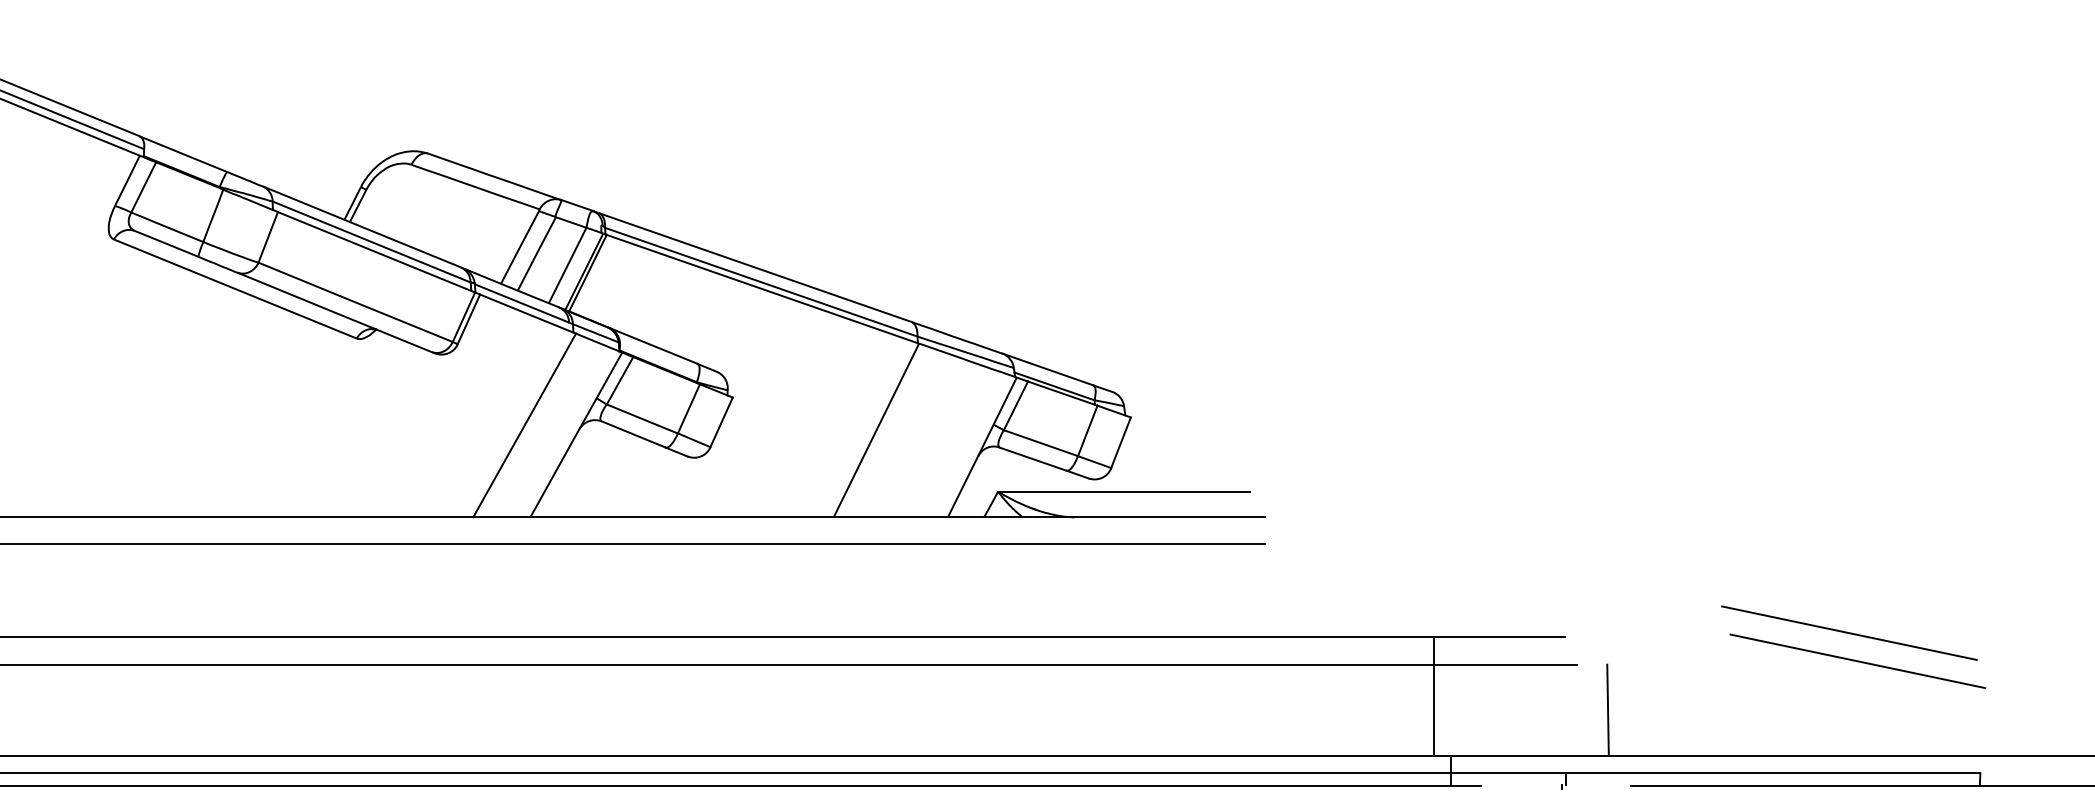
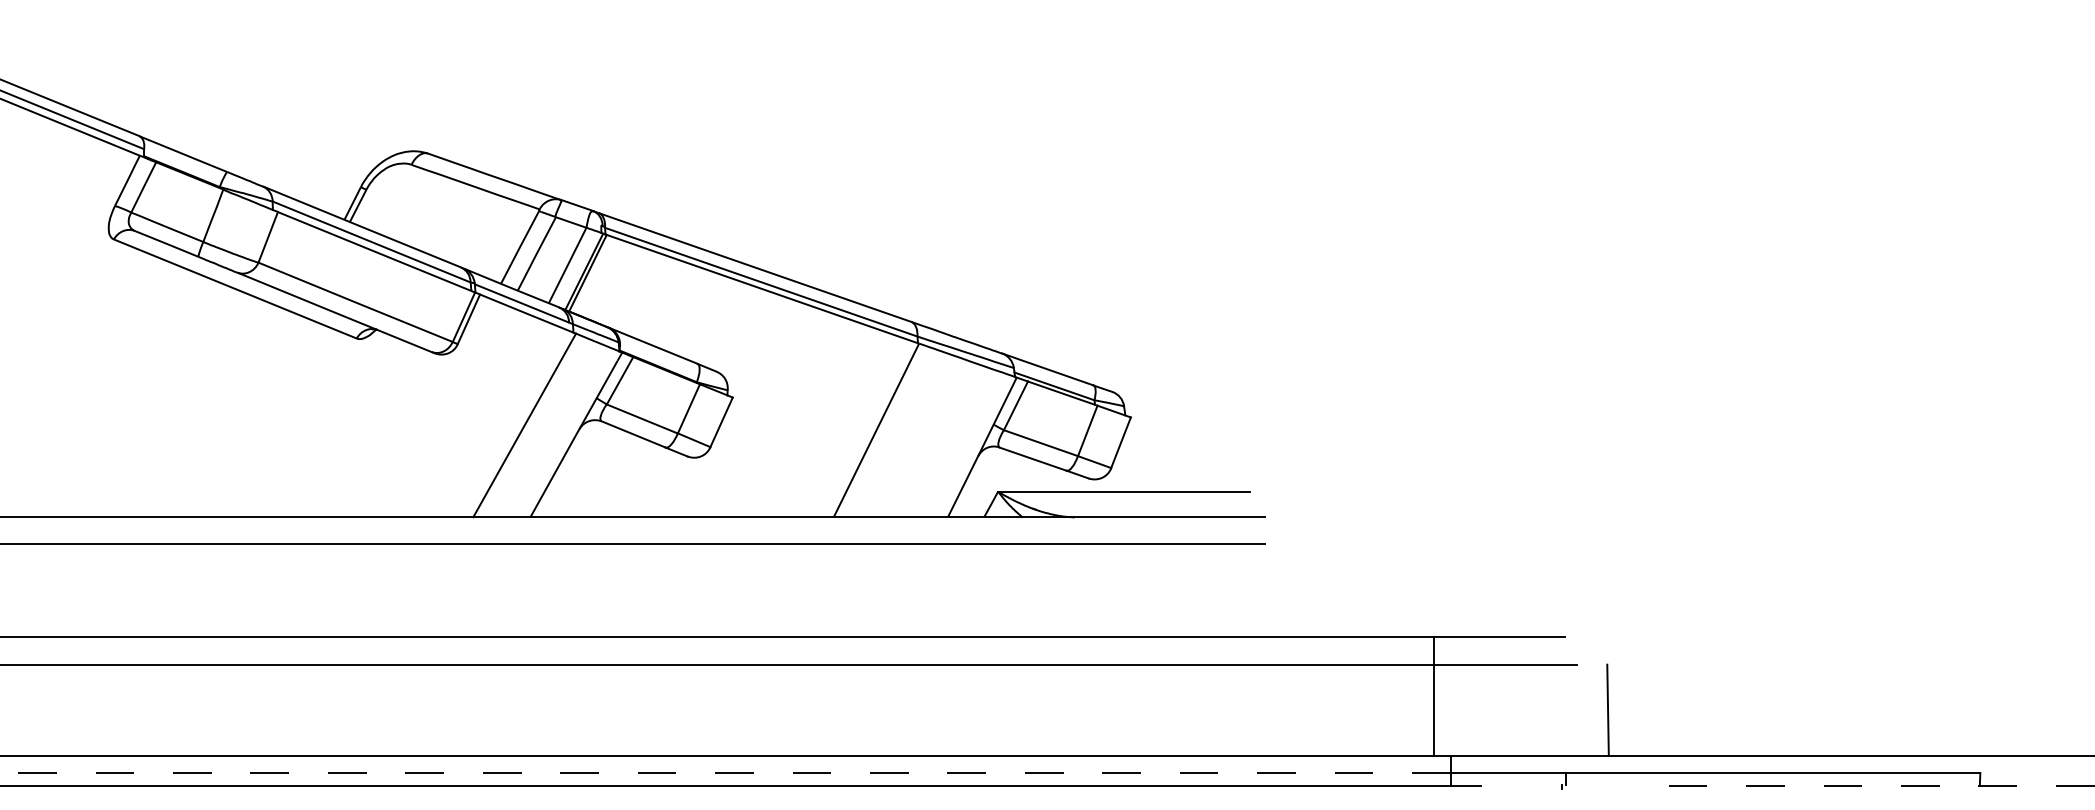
line at (1849, 632): present -> none
line at (1857, 661): present -> none
line at (724, 773): solid -> dashed
line at (1862, 785): solid -> dashed
